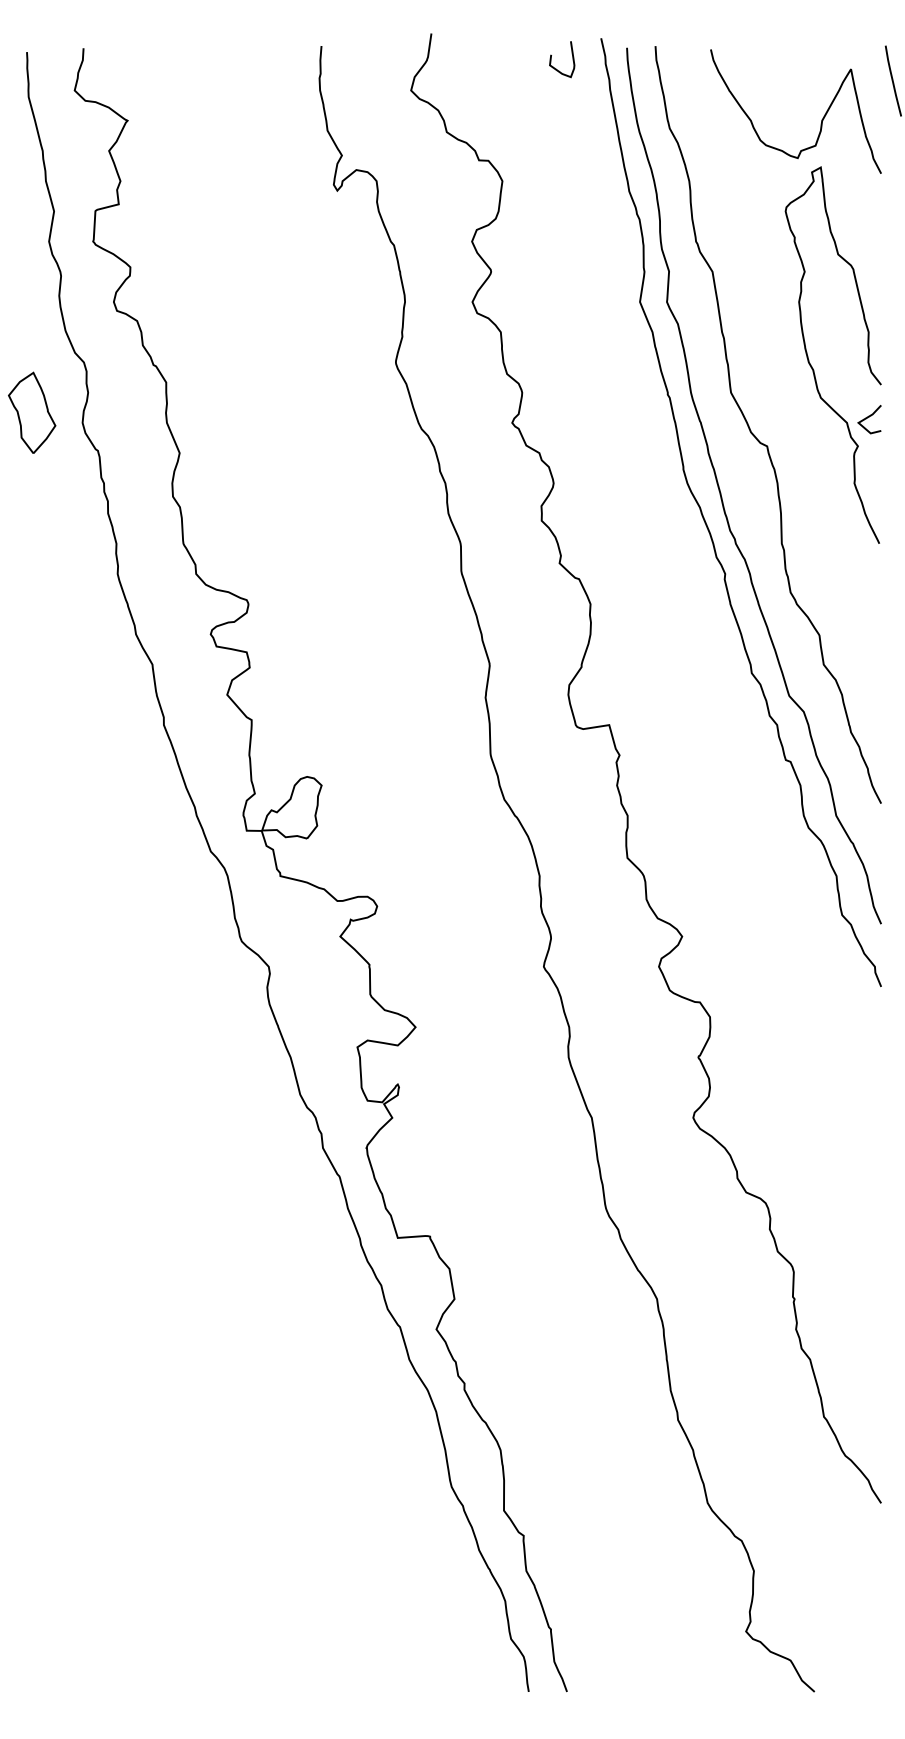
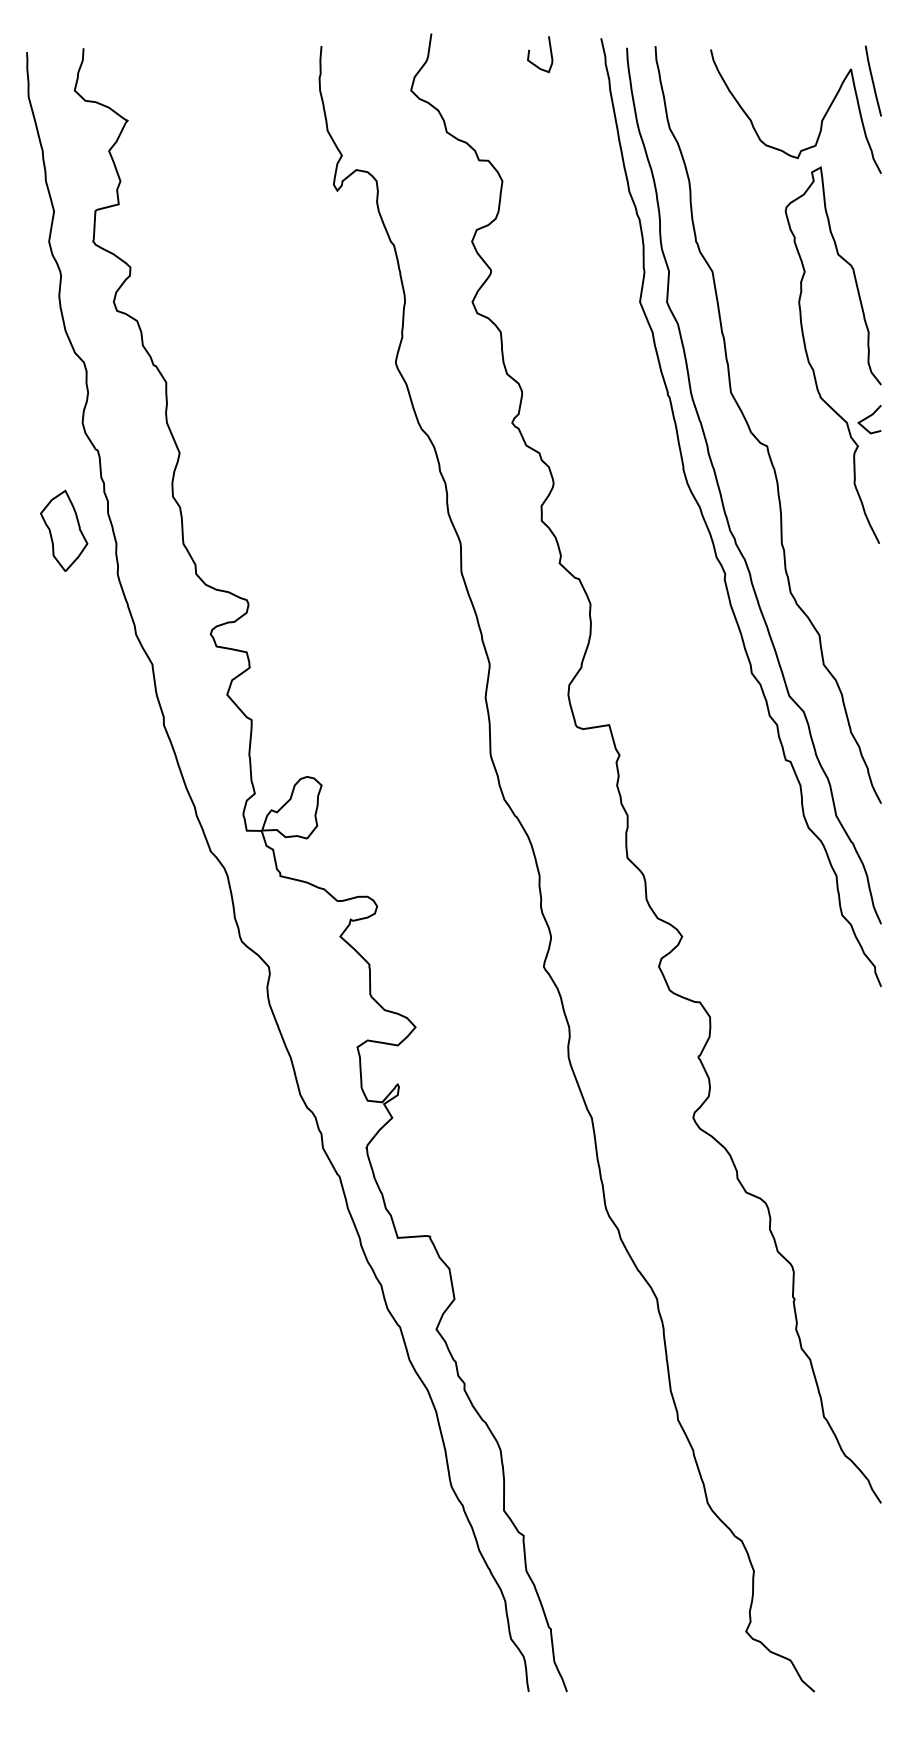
curve at (572, 59) position: (572, 59) -> (550, 54)
line at (892, 80) position: (892, 80) -> (872, 80)
part at (32, 412) position: (32, 412) -> (64, 530)
